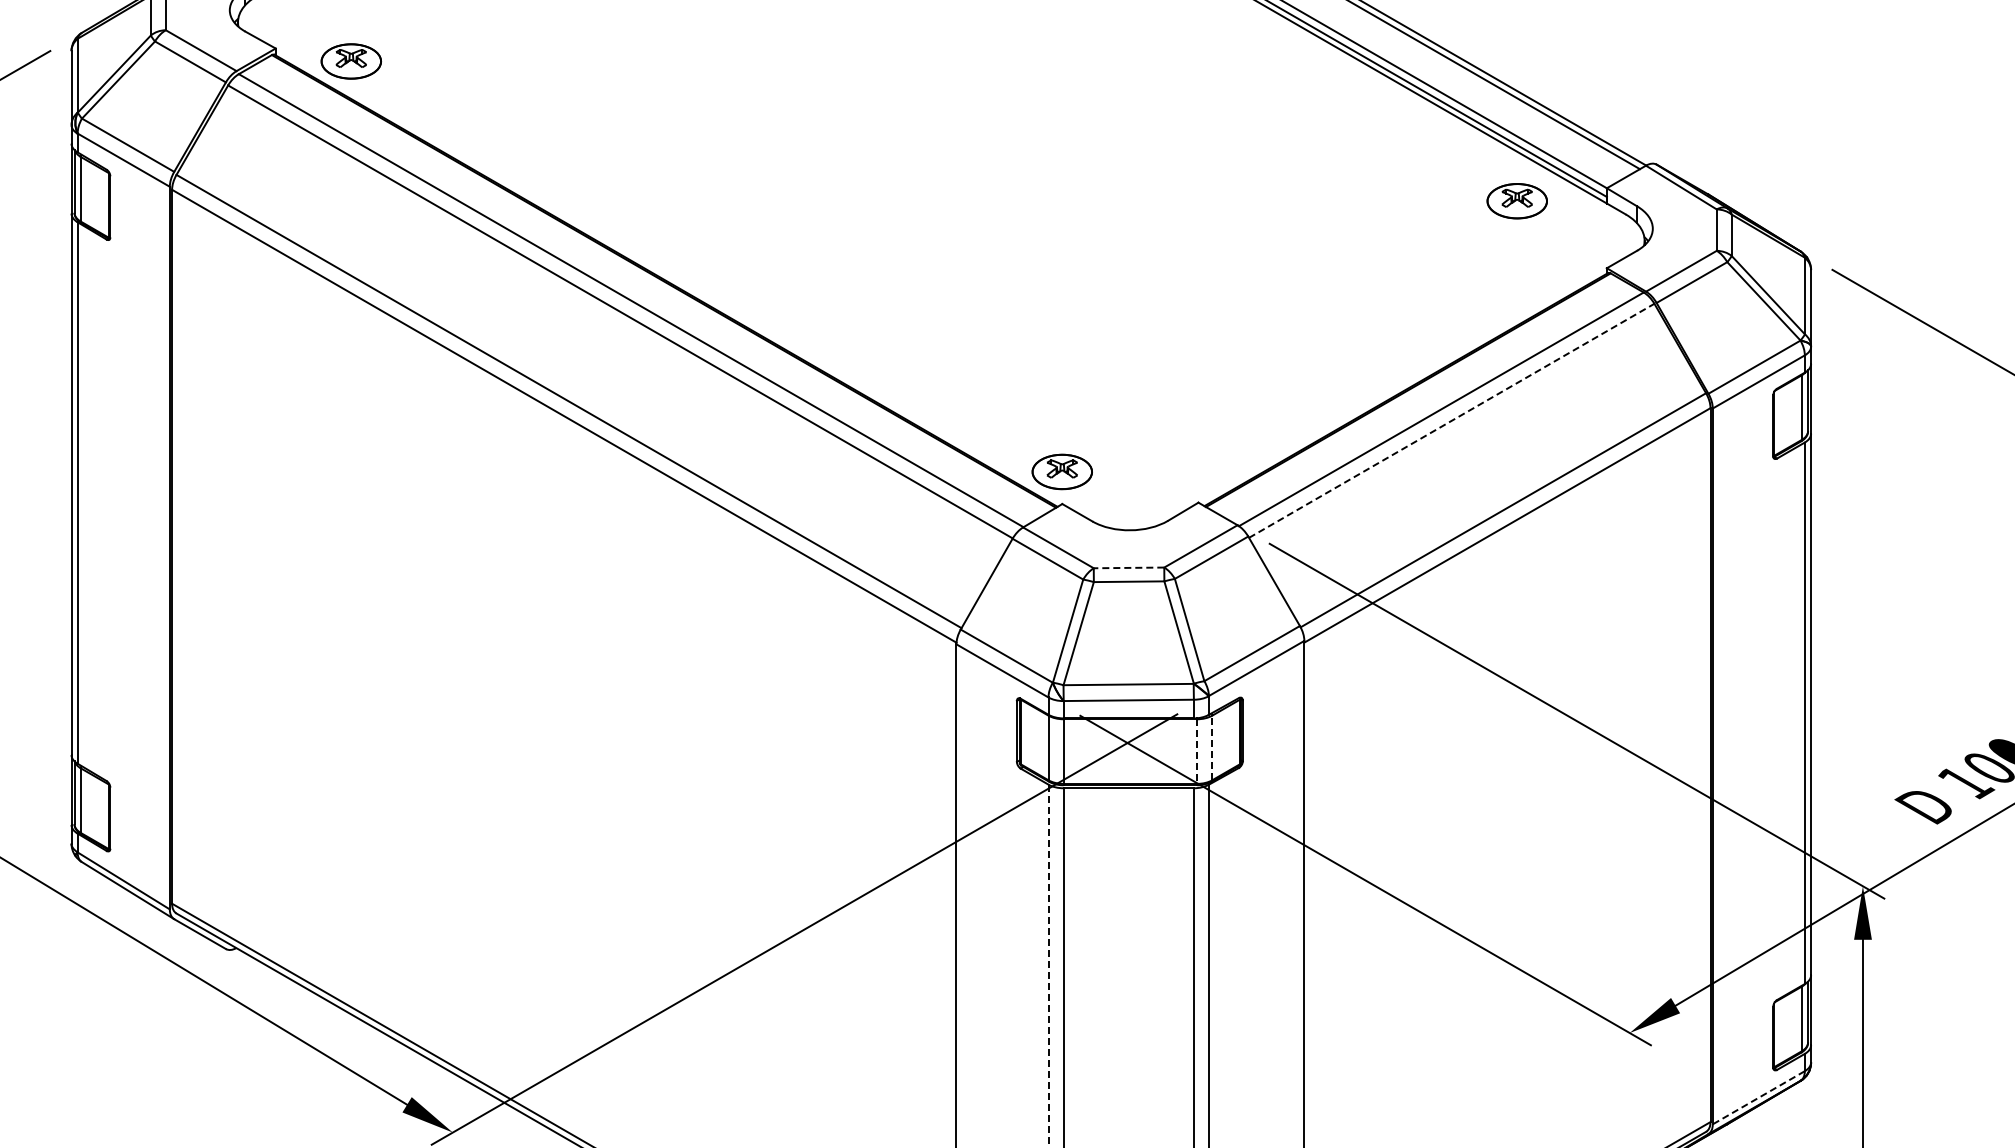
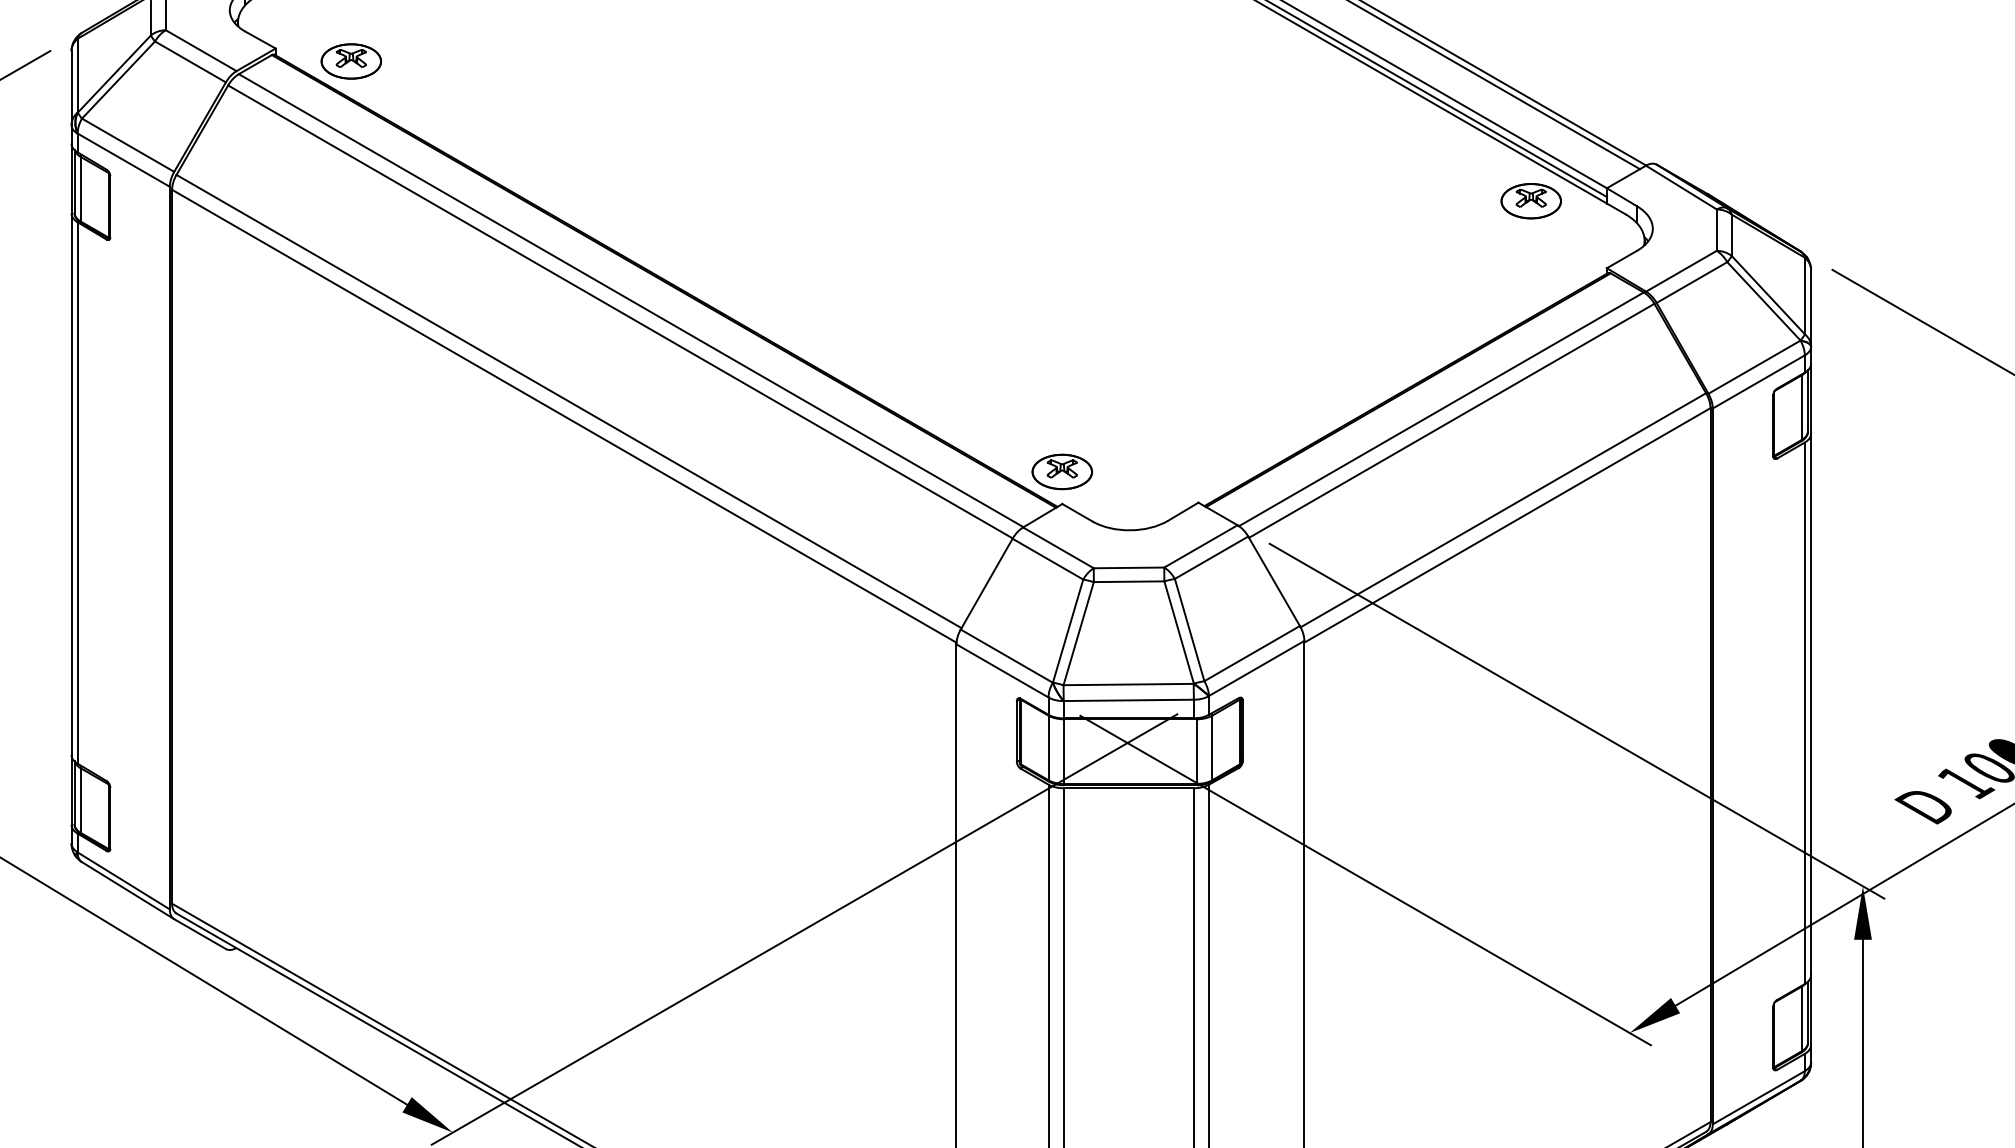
part at (1516, 201) position: (1516, 201) -> (1530, 201)
line at (1452, 420): dashed -> solid
line at (1128, 567): dashed -> solid
line at (1212, 747): dashed -> solid
line at (1197, 752): dashed -> solid
line at (1048, 966): dashed -> solid
line at (1758, 1098): dashed -> solid
